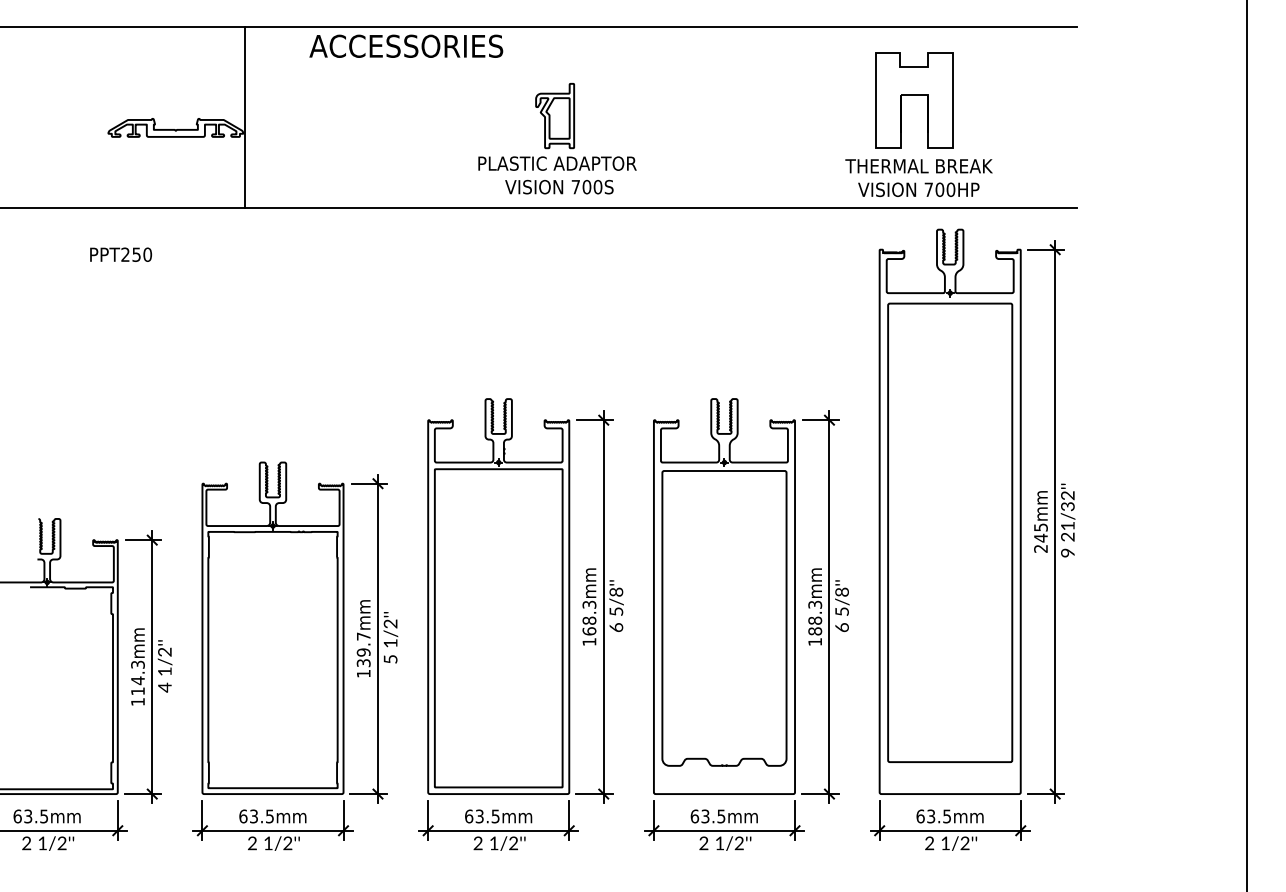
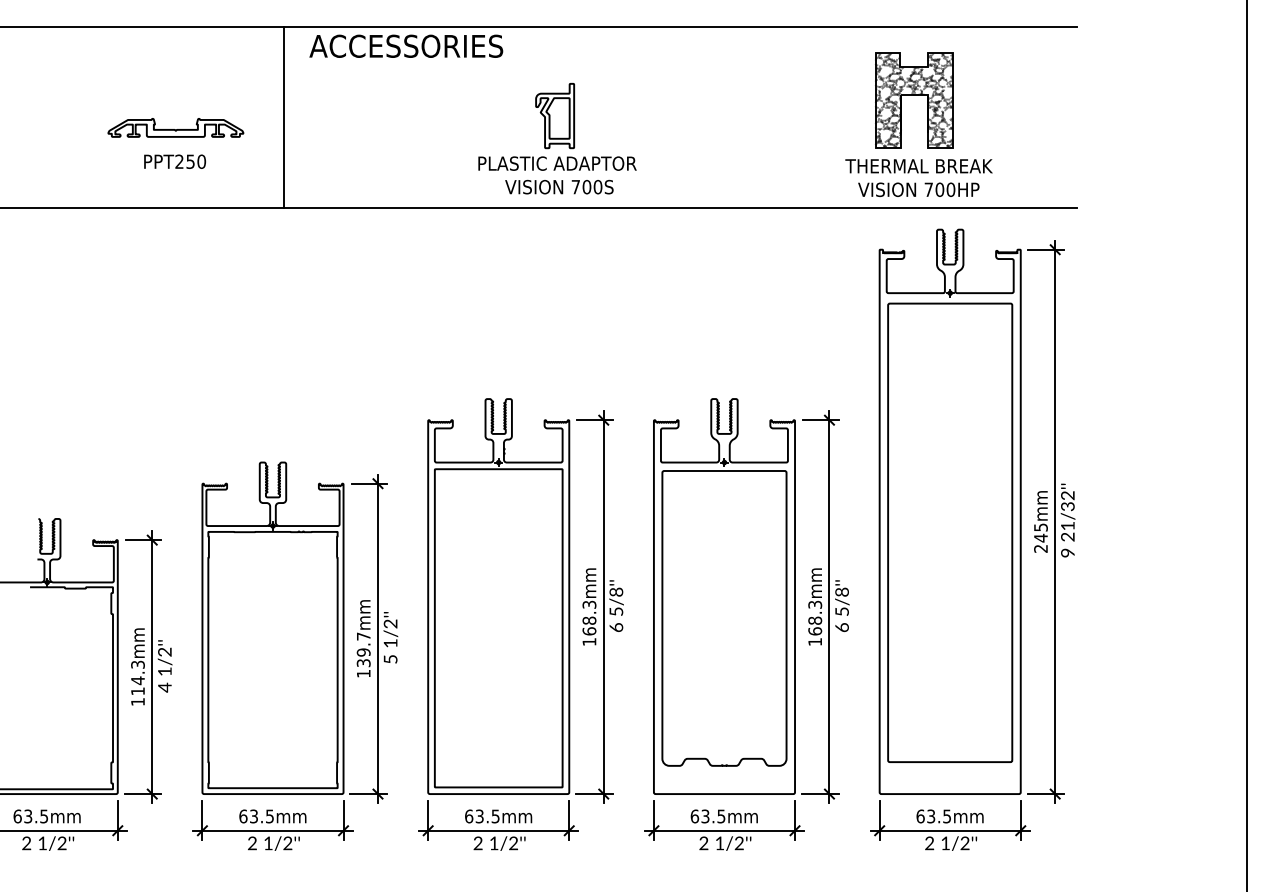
hatch at (914, 100): none -> present
line at (245, 116) position: (245, 116) -> (284, 116)
text at (121, 254) position: (121, 254) -> (175, 161)
text at (814, 631): 188.3mm -> 168.3mm
